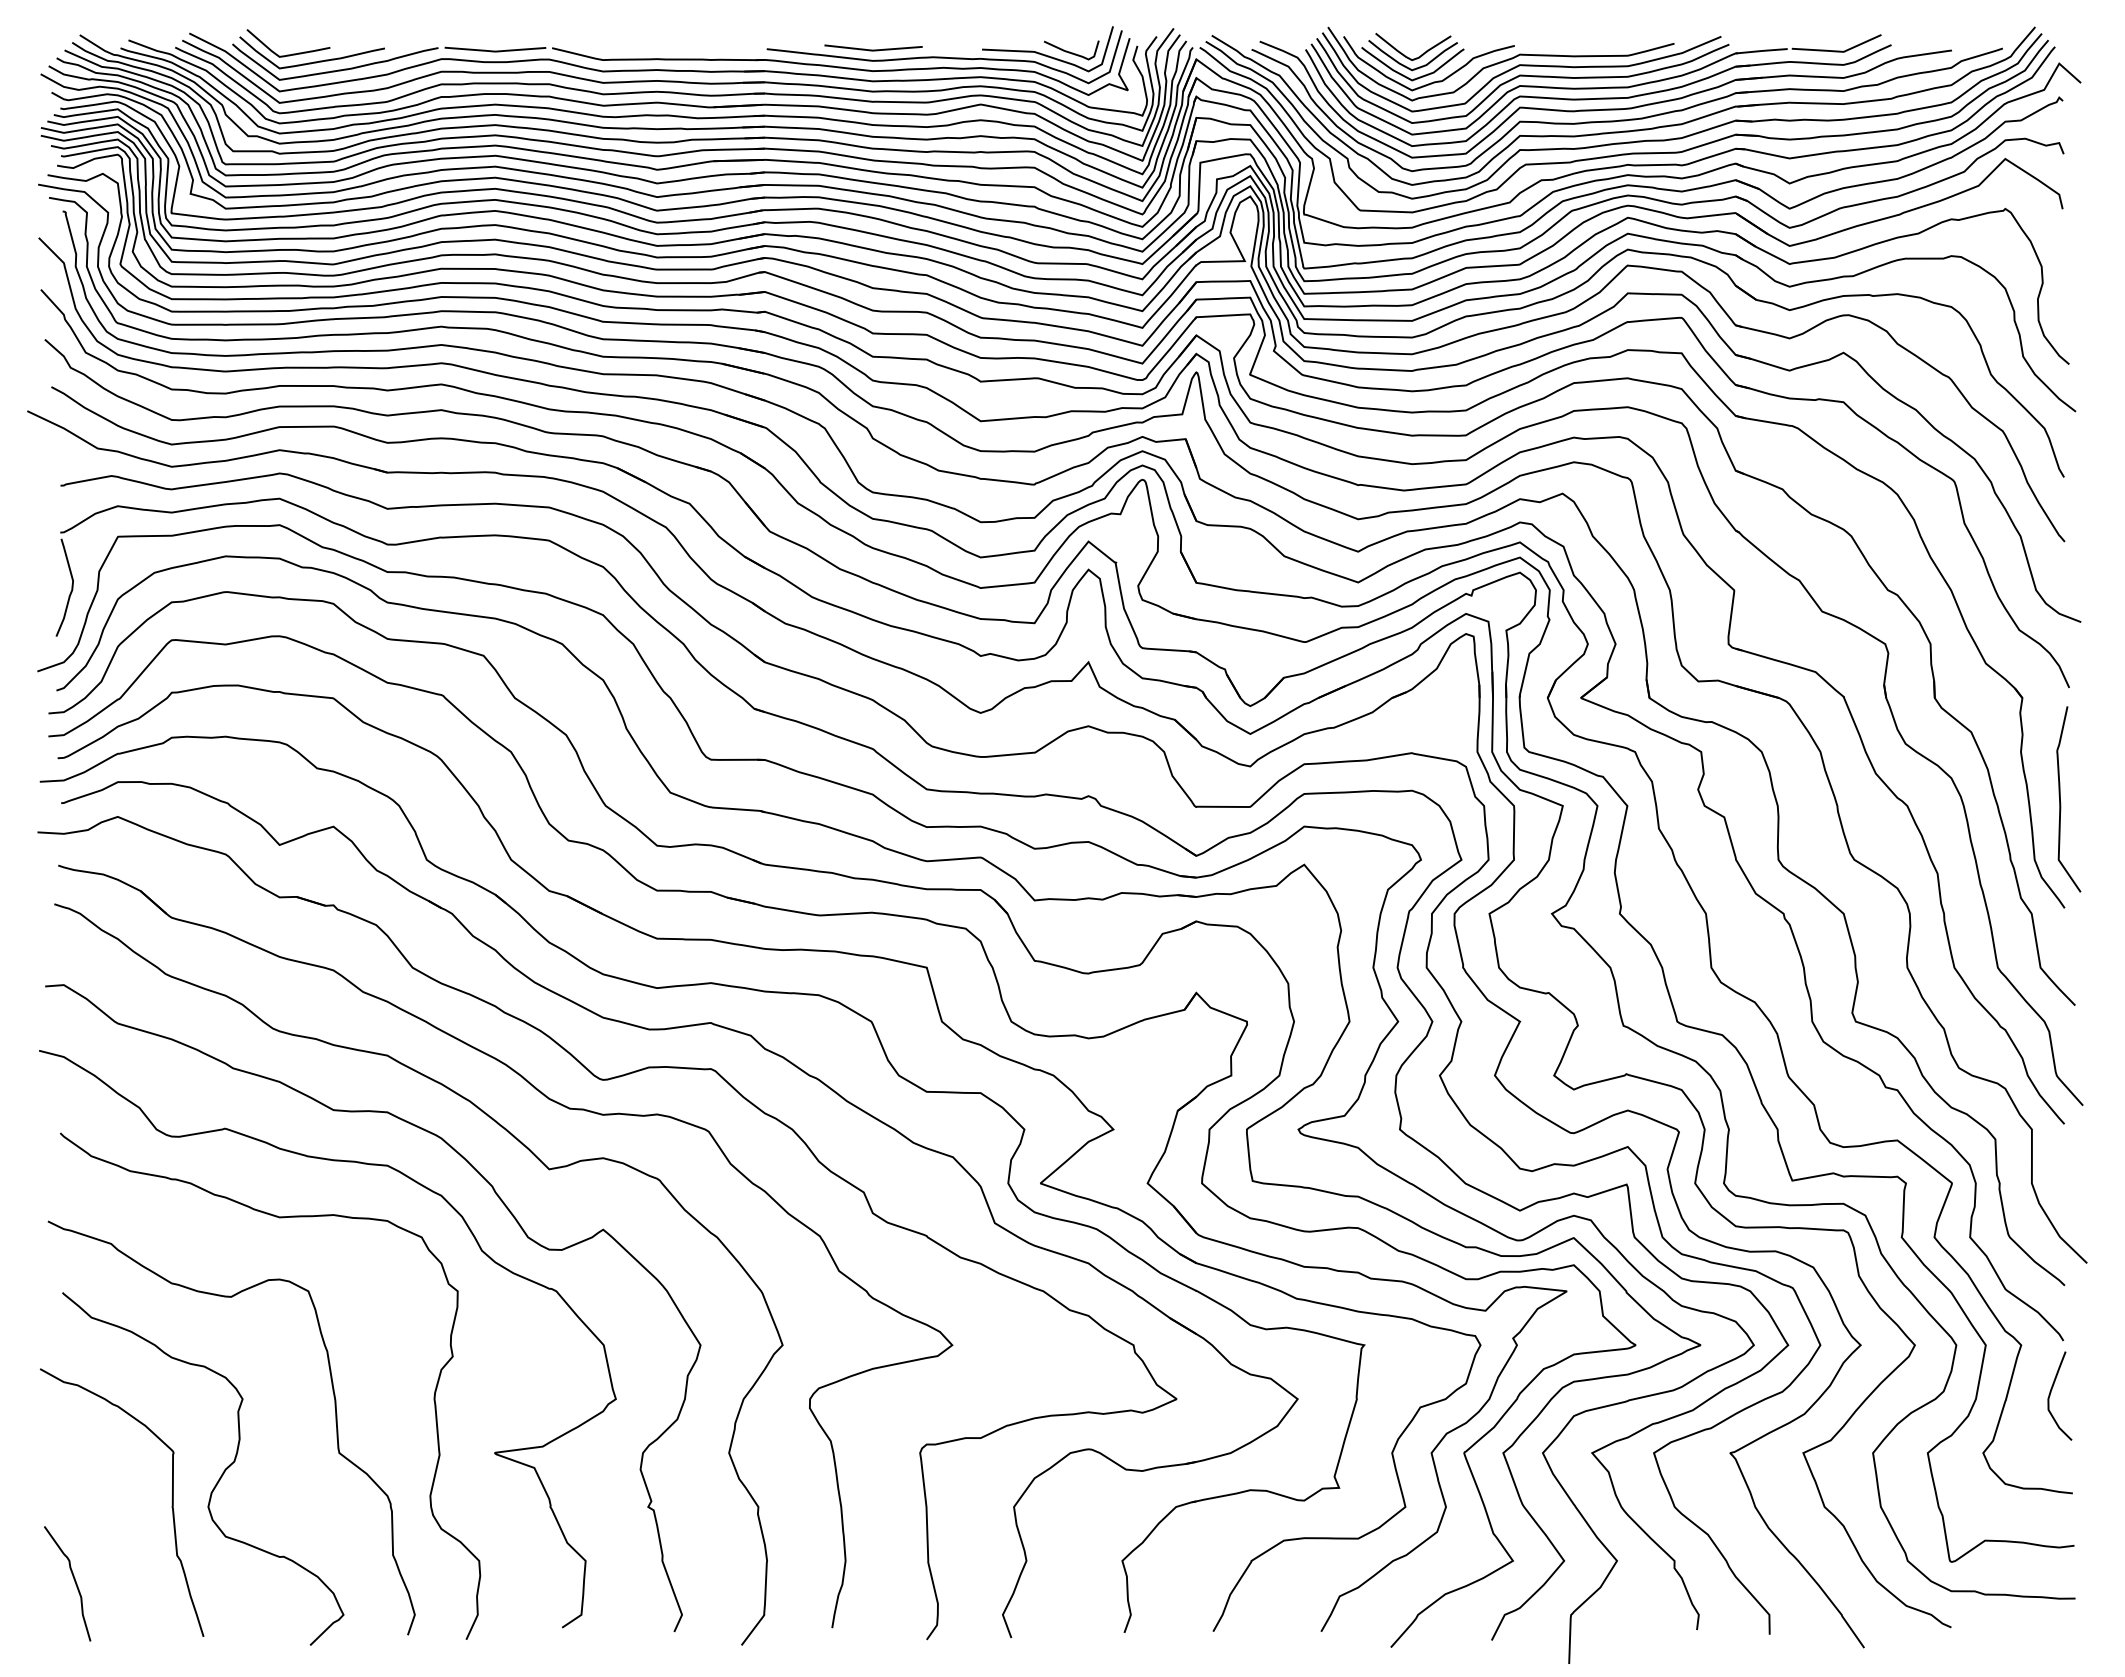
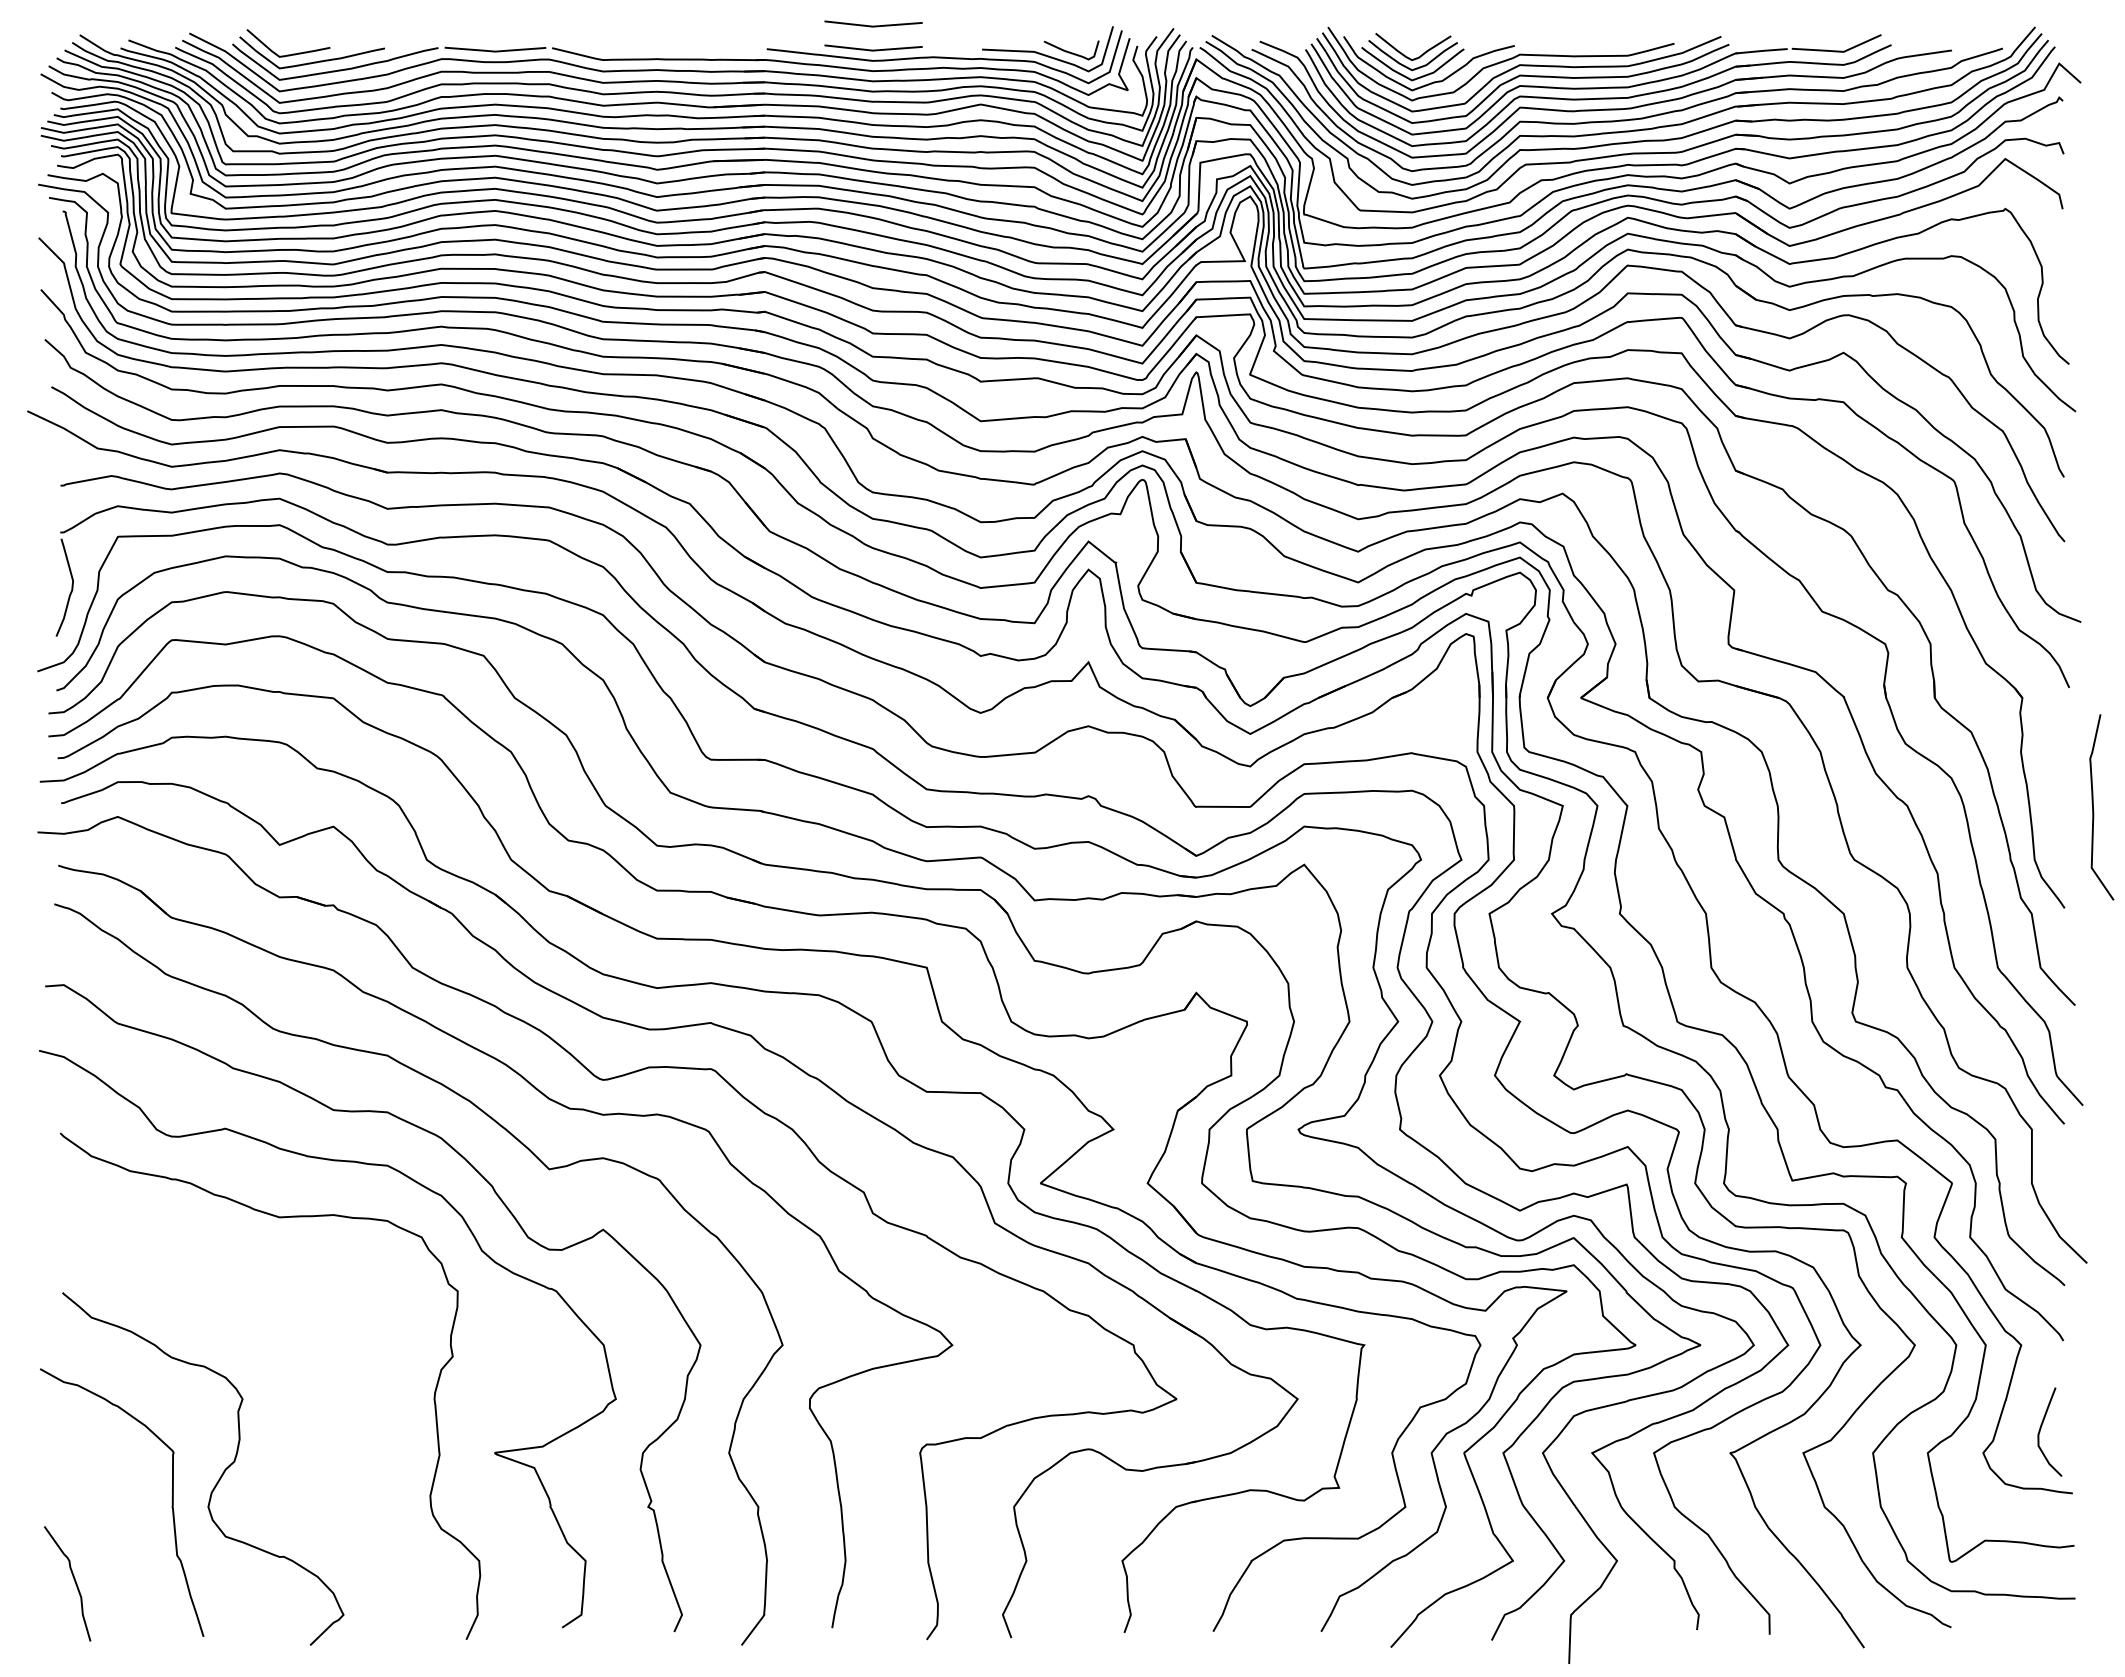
line at (873, 25): none -> present
curve at (2060, 799) position: (2060, 799) -> (2093, 807)
curve at (2051, 1392) position: (2051, 1392) -> (2041, 1428)
curve at (335, 1422): present -> none
